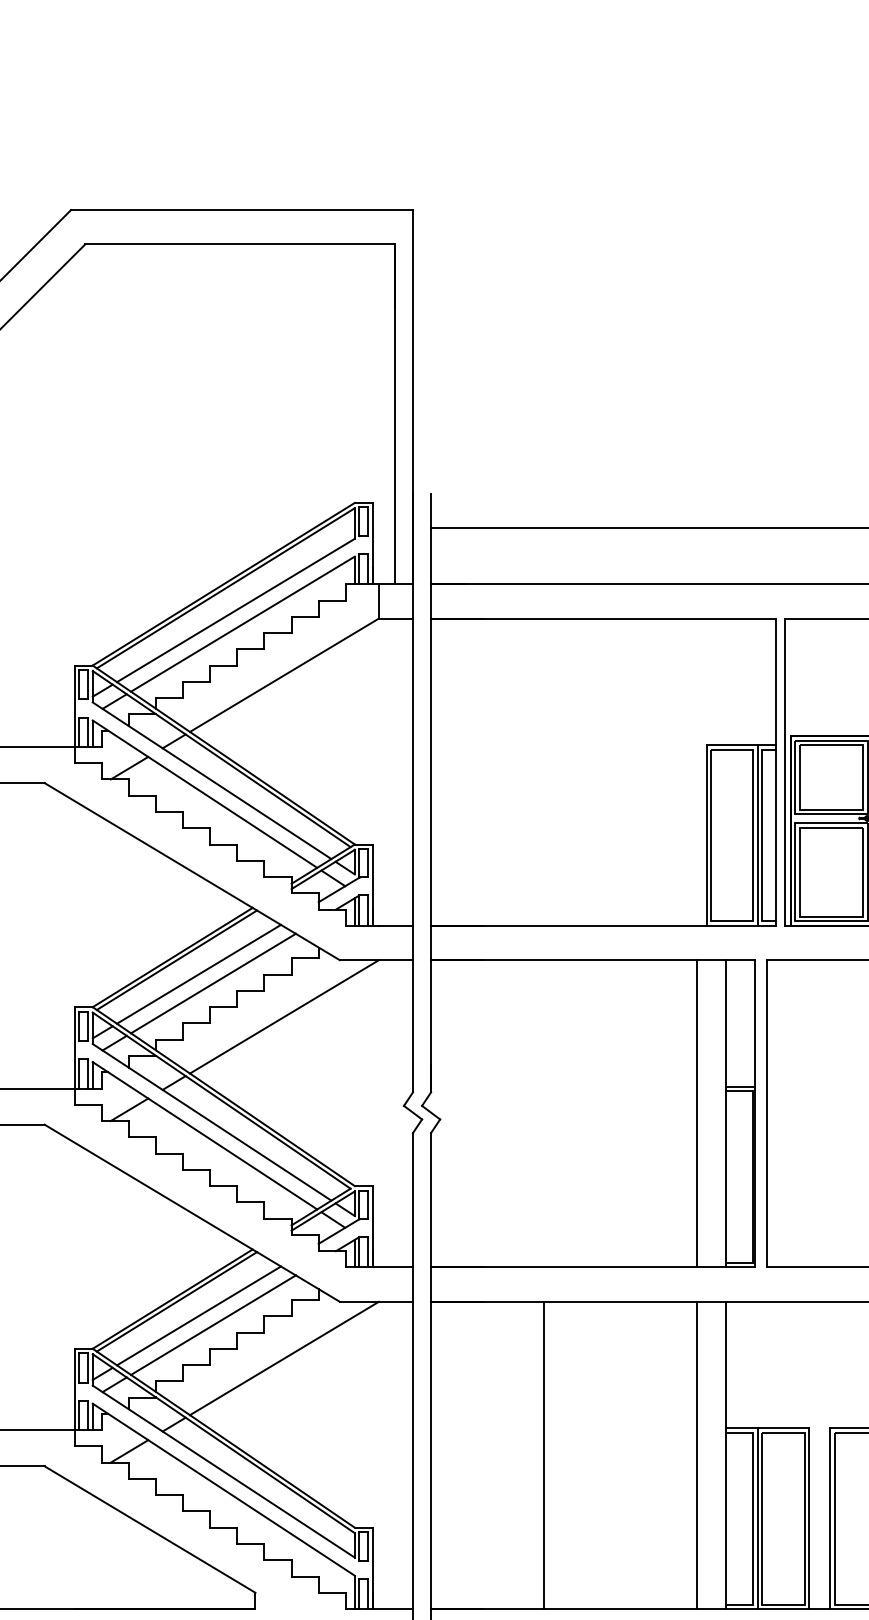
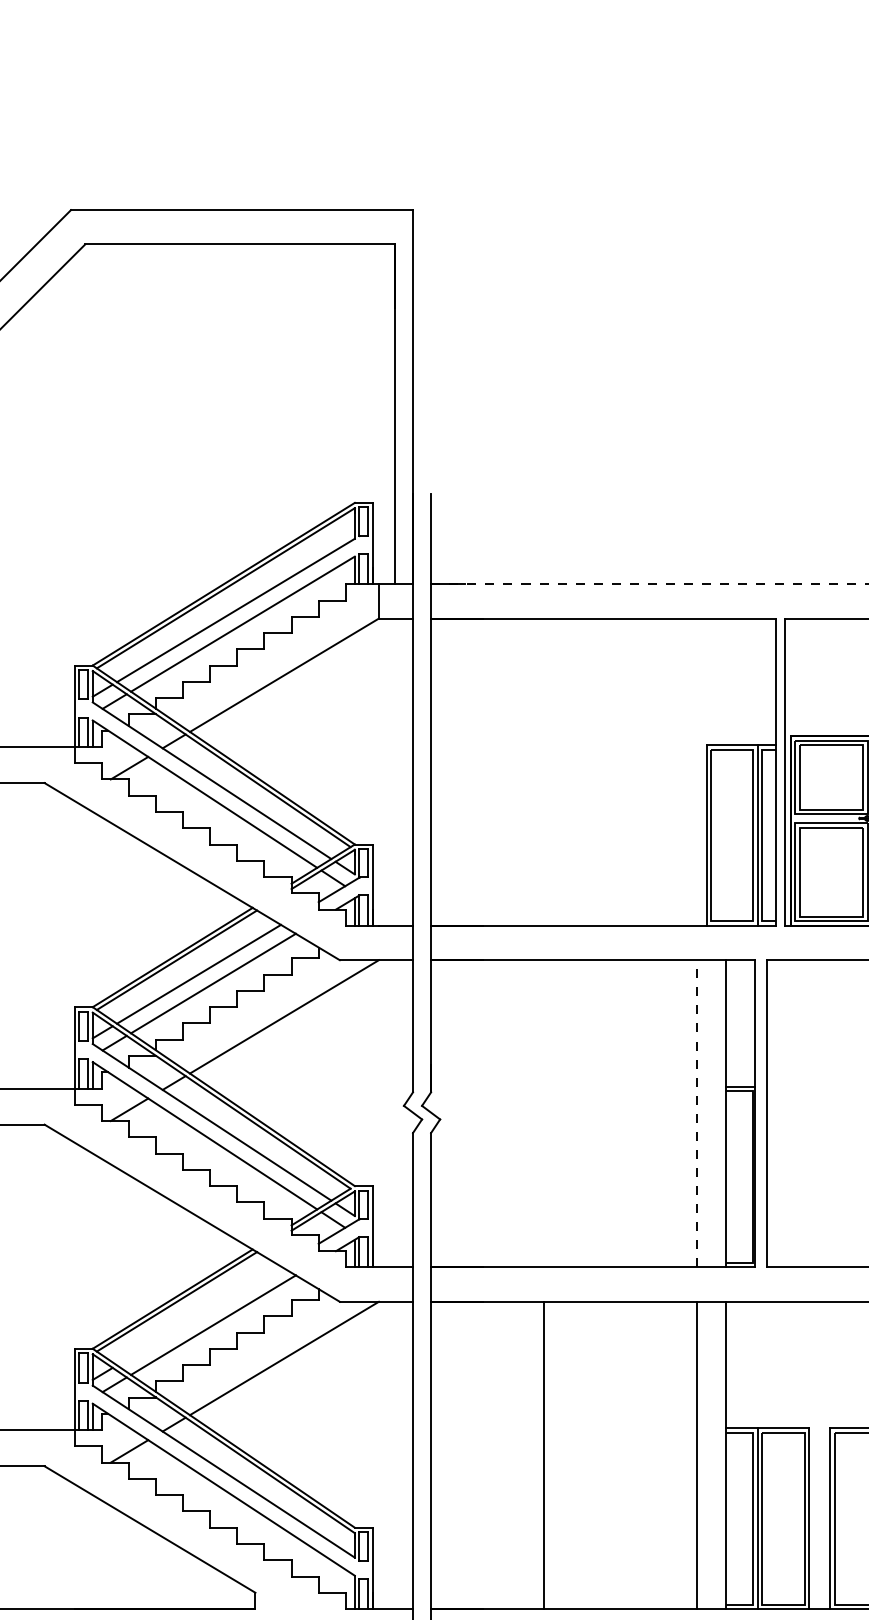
line at (648, 528): present -> none
line at (650, 584): solid -> dashed
line at (697, 1113): solid -> dashed
line at (199, 1315): present -> none
